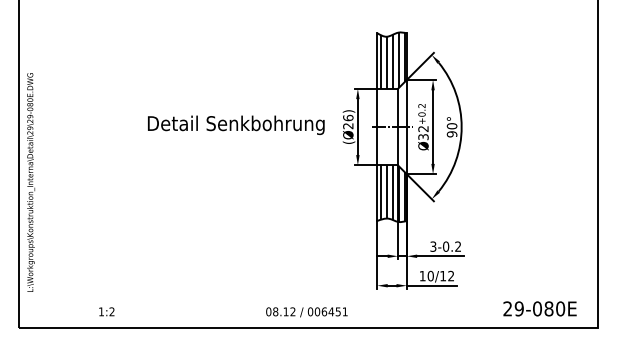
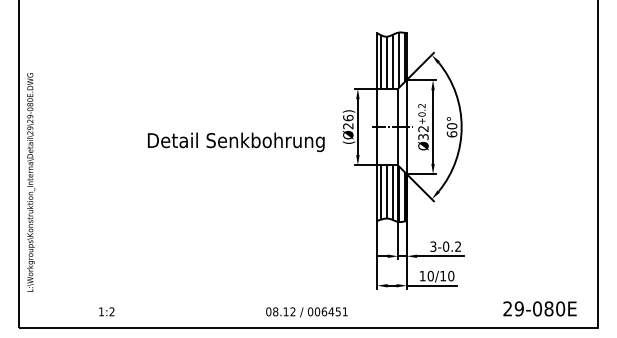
text at (236, 124) position: (236, 124) -> (236, 141)
text at (451, 134): 90° -> 60°
text at (451, 276): 10/12 -> 10/10
